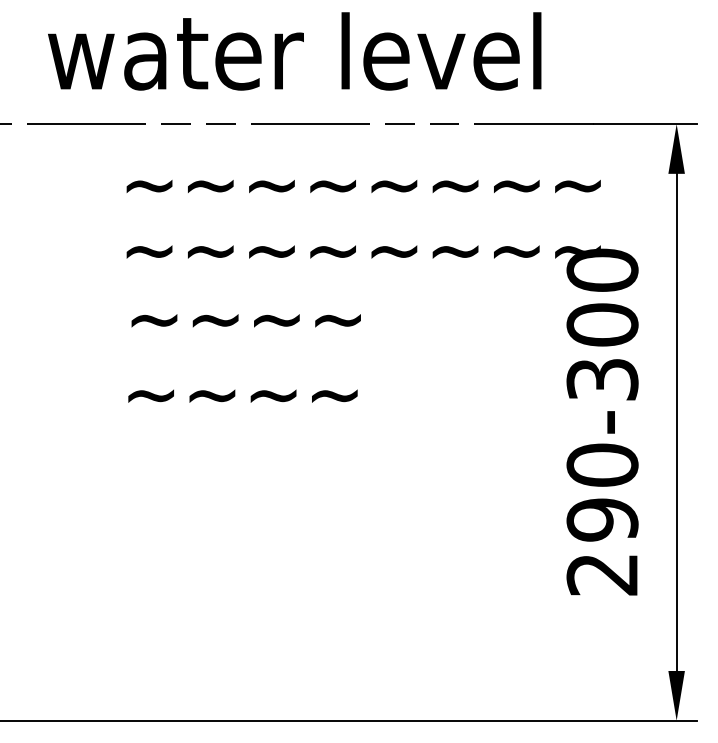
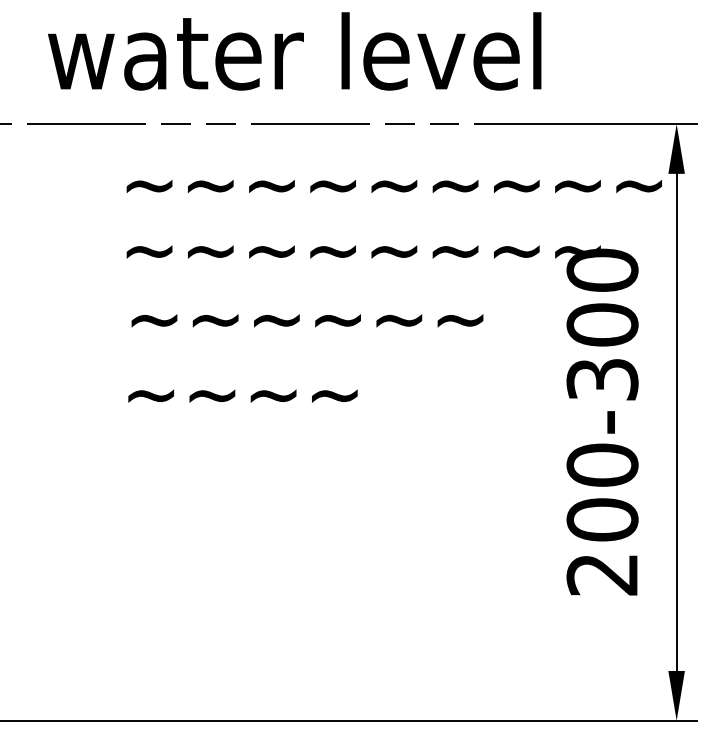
text at (638, 186): ~~~~~~~~ -> ~~~~~~~~~
text at (429, 320): ~~~~ -> ~~~~~~
text at (602, 519): 290-300 -> 200-300
